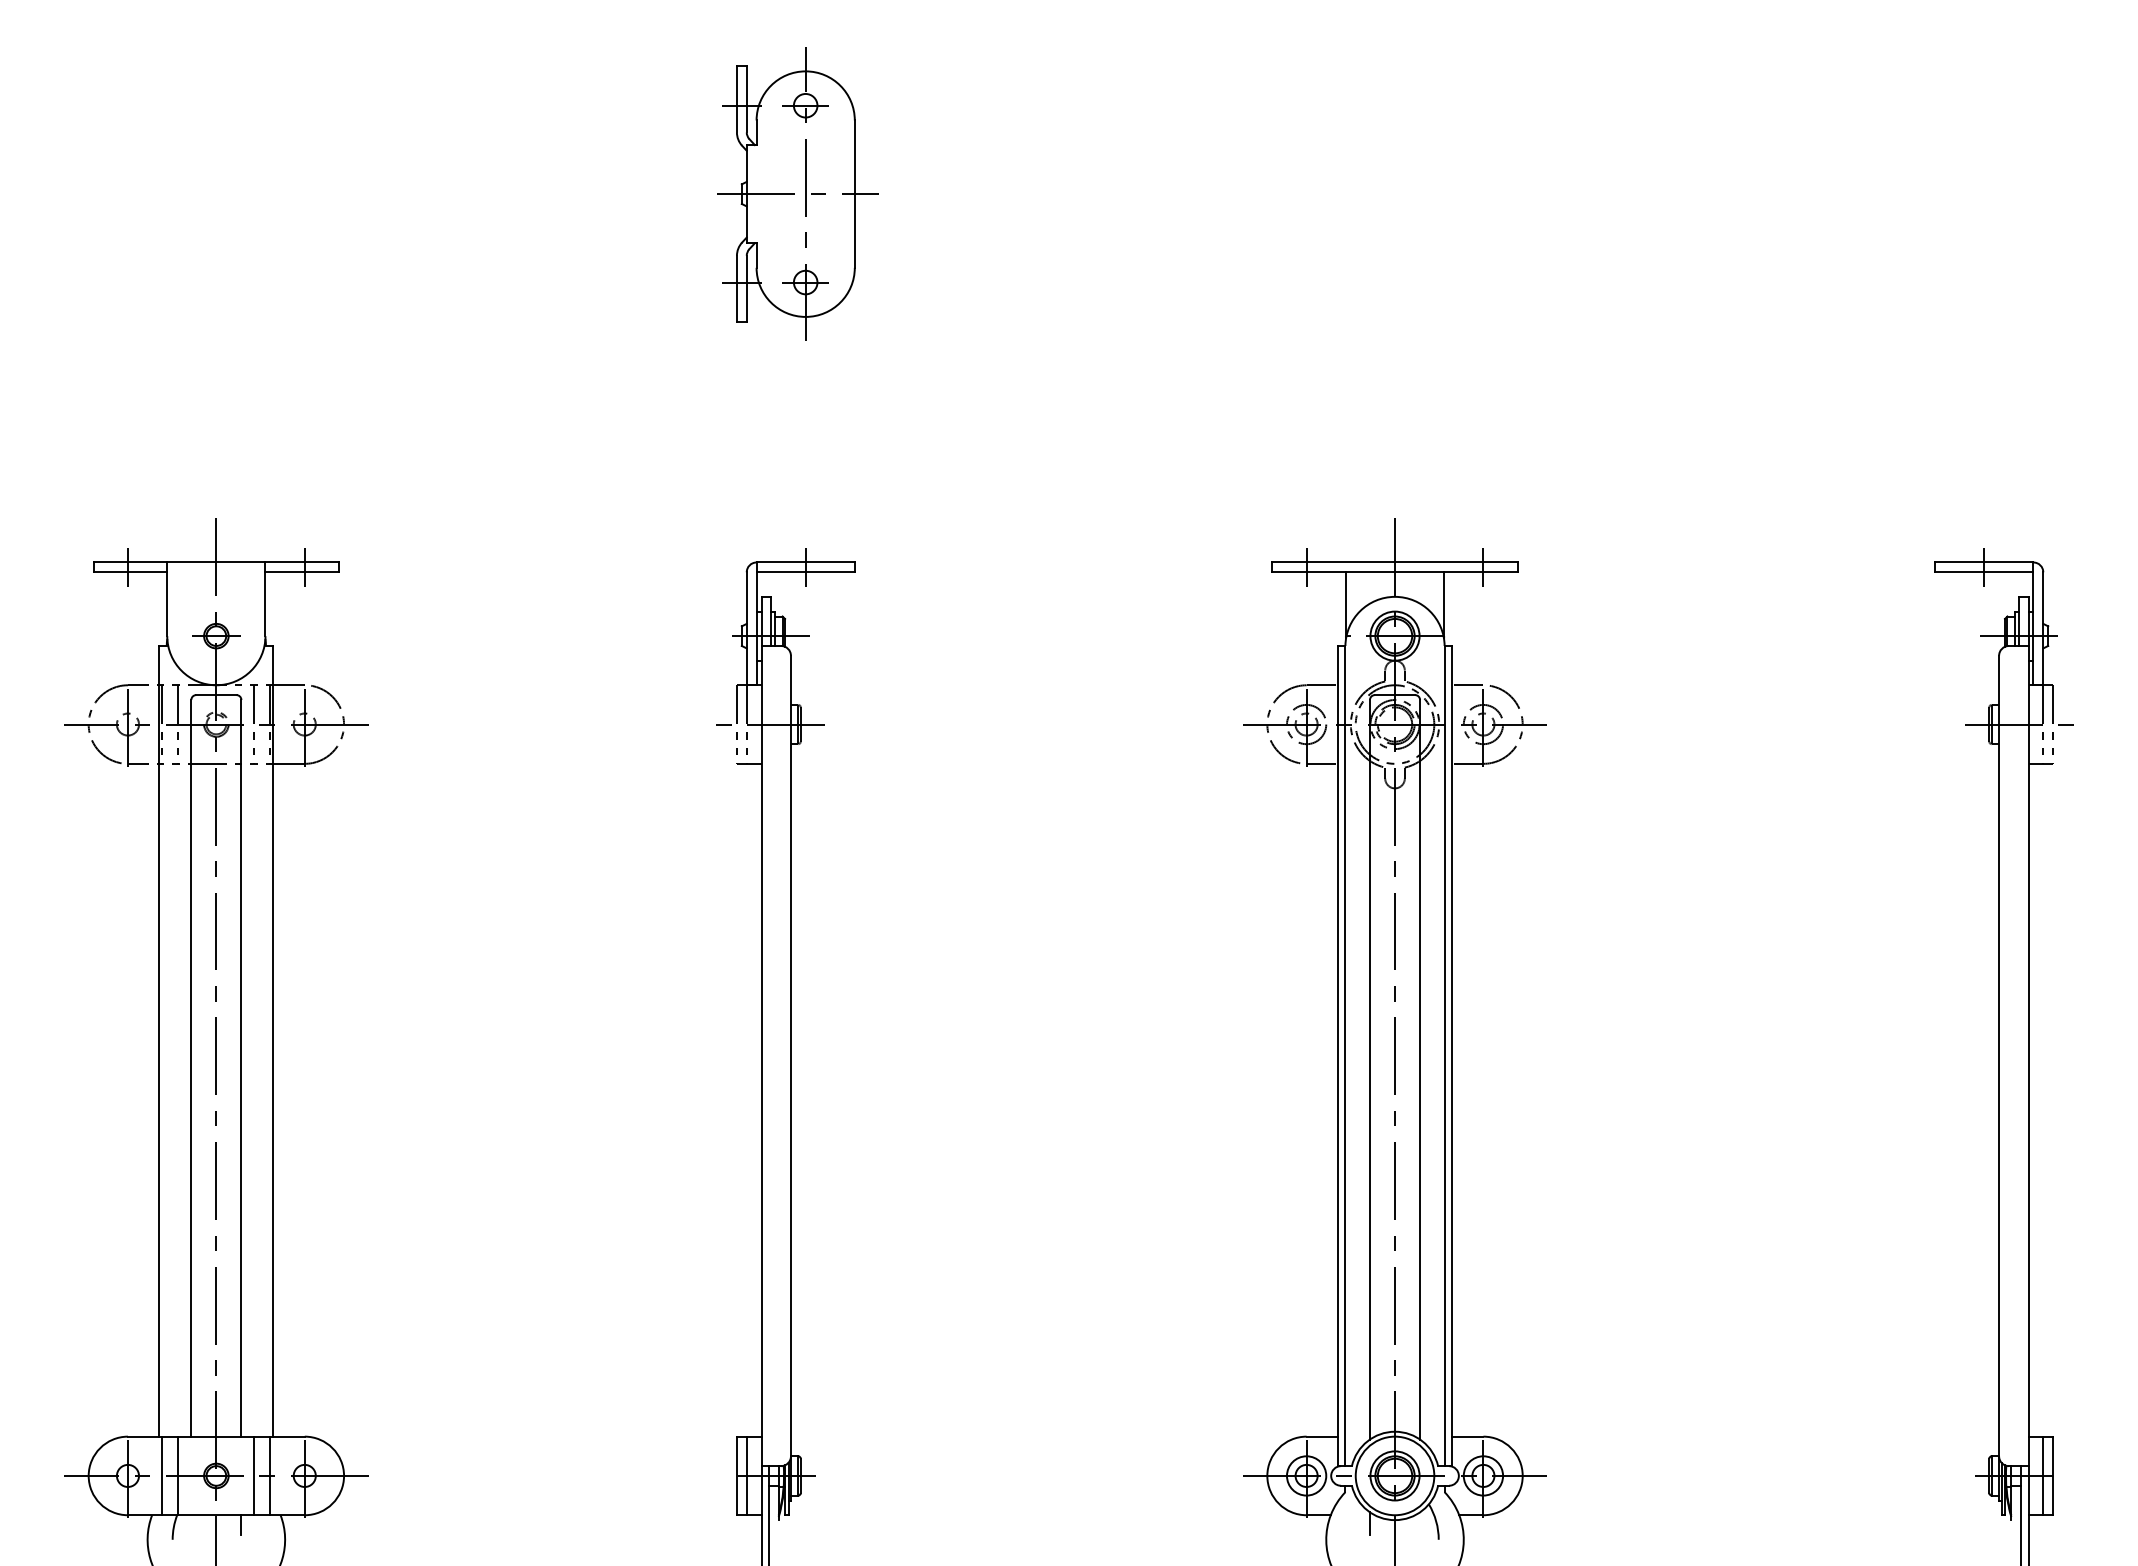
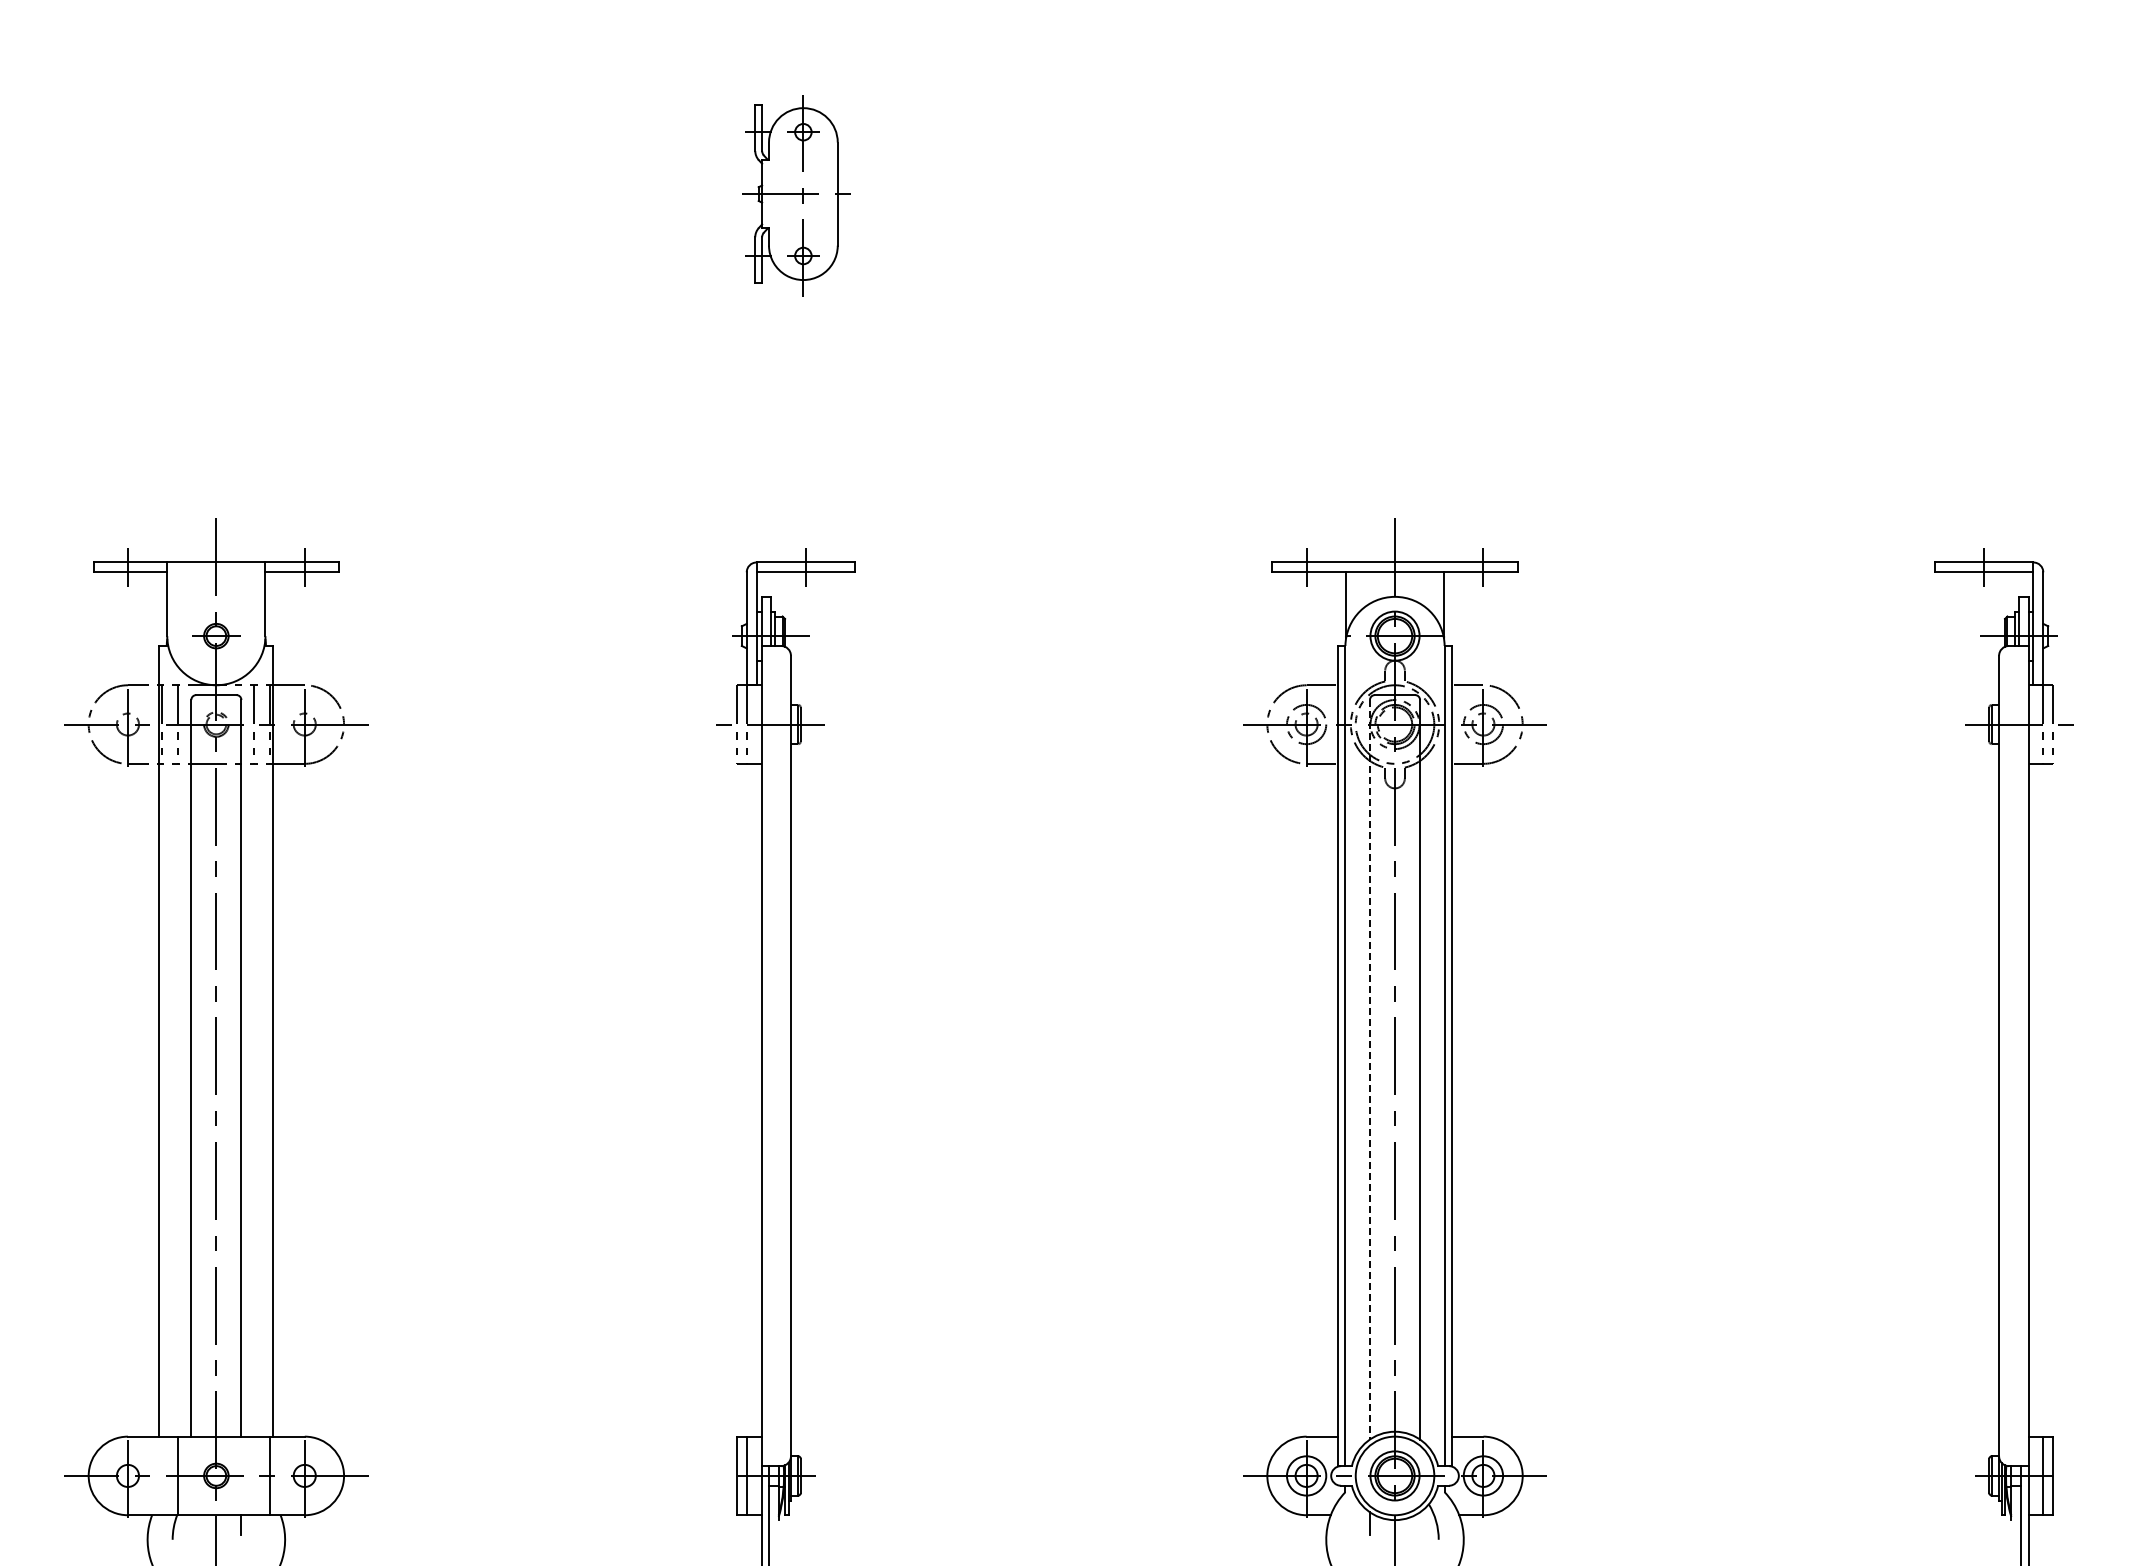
part at (797, 193) size: 162x294 px -> 109x202 px
line at (1369, 1069): solid -> dashed
line at (162, 1475): present -> none
line at (254, 1475): present -> none
